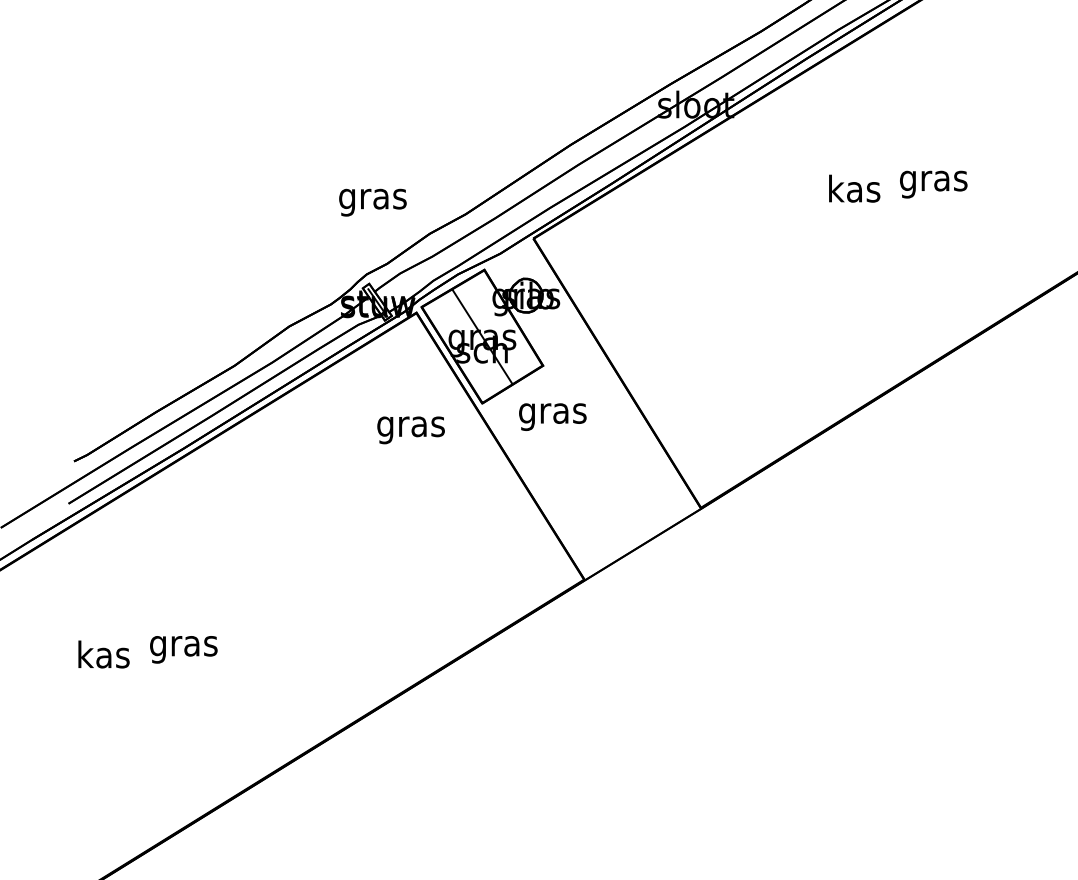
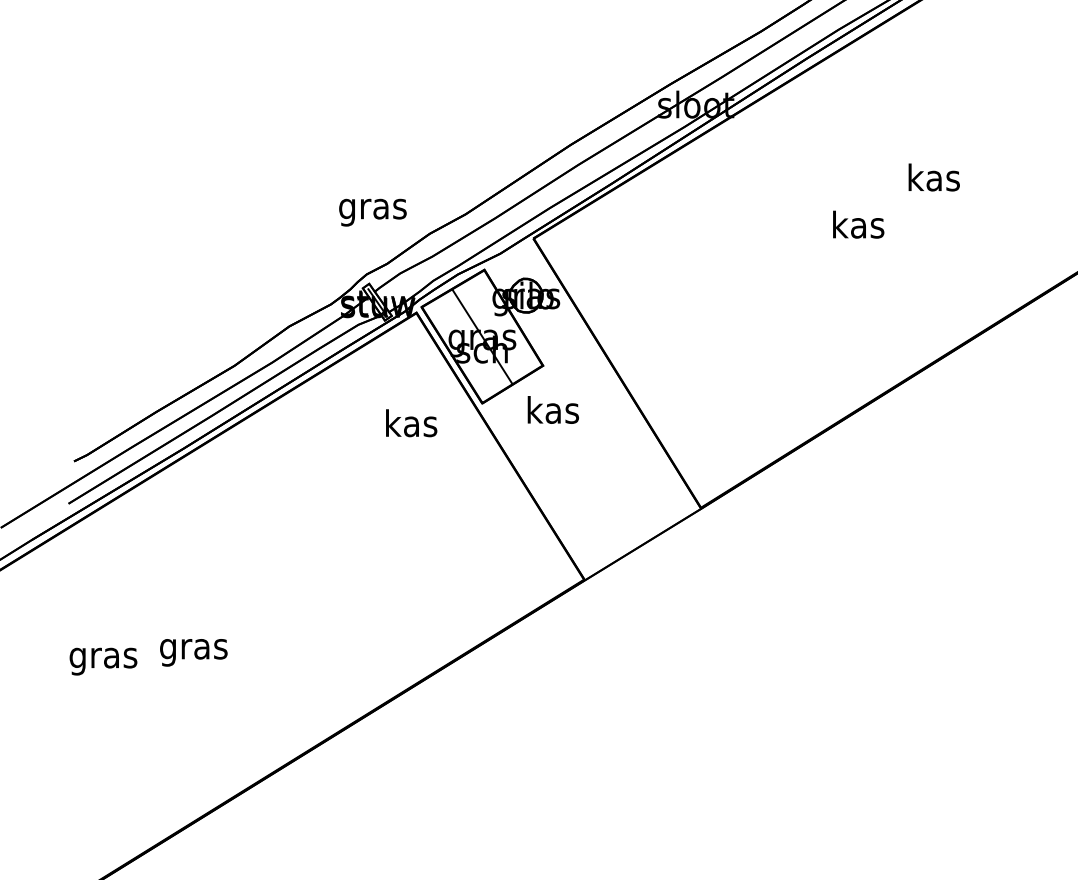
text at (933, 180): gras -> kas
text at (854, 188) position: (854, 188) -> (858, 224)
text at (372, 202) position: (372, 202) -> (372, 212)
text at (552, 413): gras -> kas
text at (410, 426): gras -> kas
text at (183, 649) position: (183, 649) -> (193, 652)
text at (103, 657): kas -> gras
